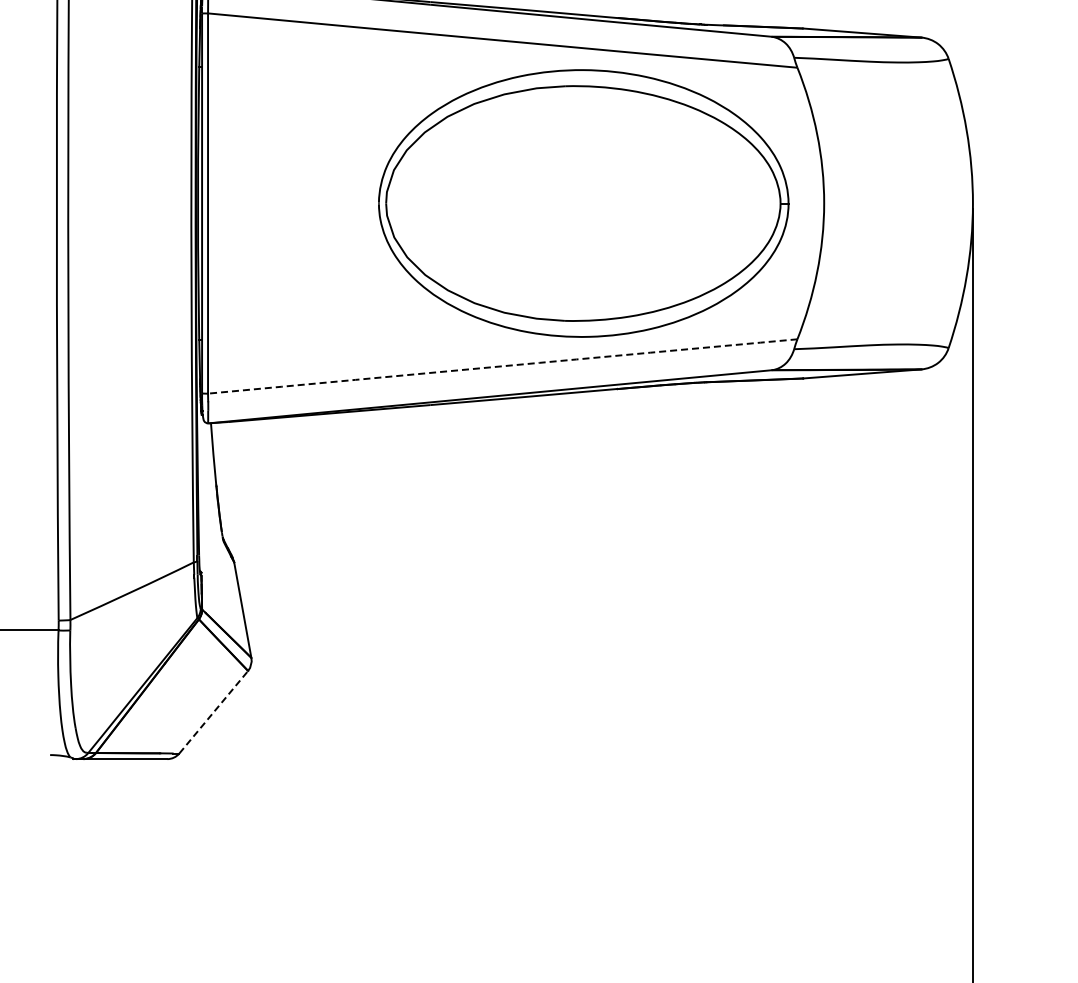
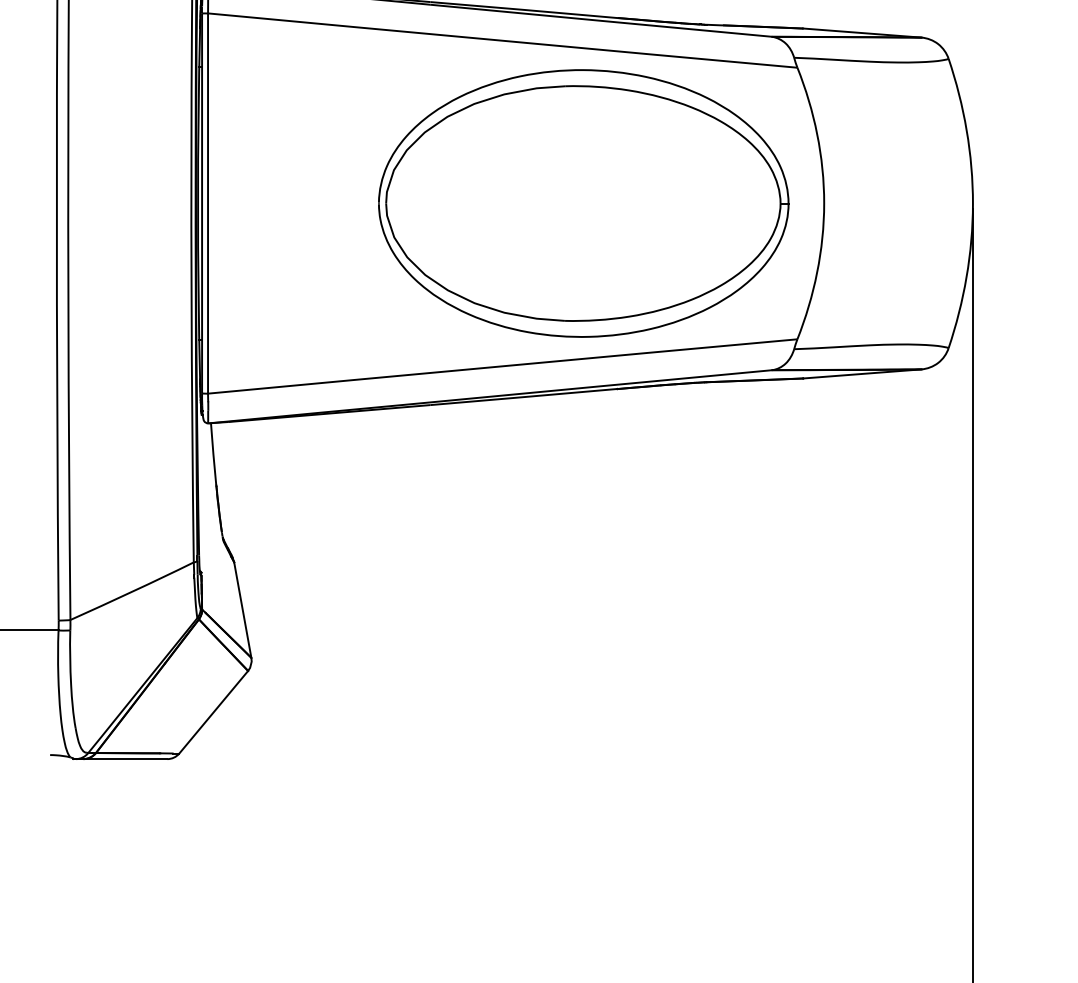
arc at (502, 366): dashed -> solid
line at (213, 712): dashed -> solid
